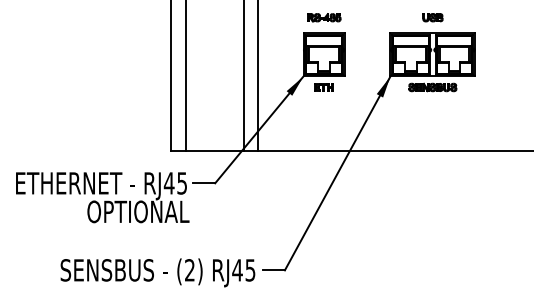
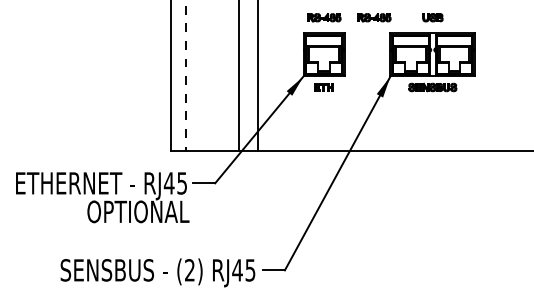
part at (374, 17): none -> present
line at (185, 75): solid -> dashed
line at (243, 76) position: (243, 76) -> (238, 76)
